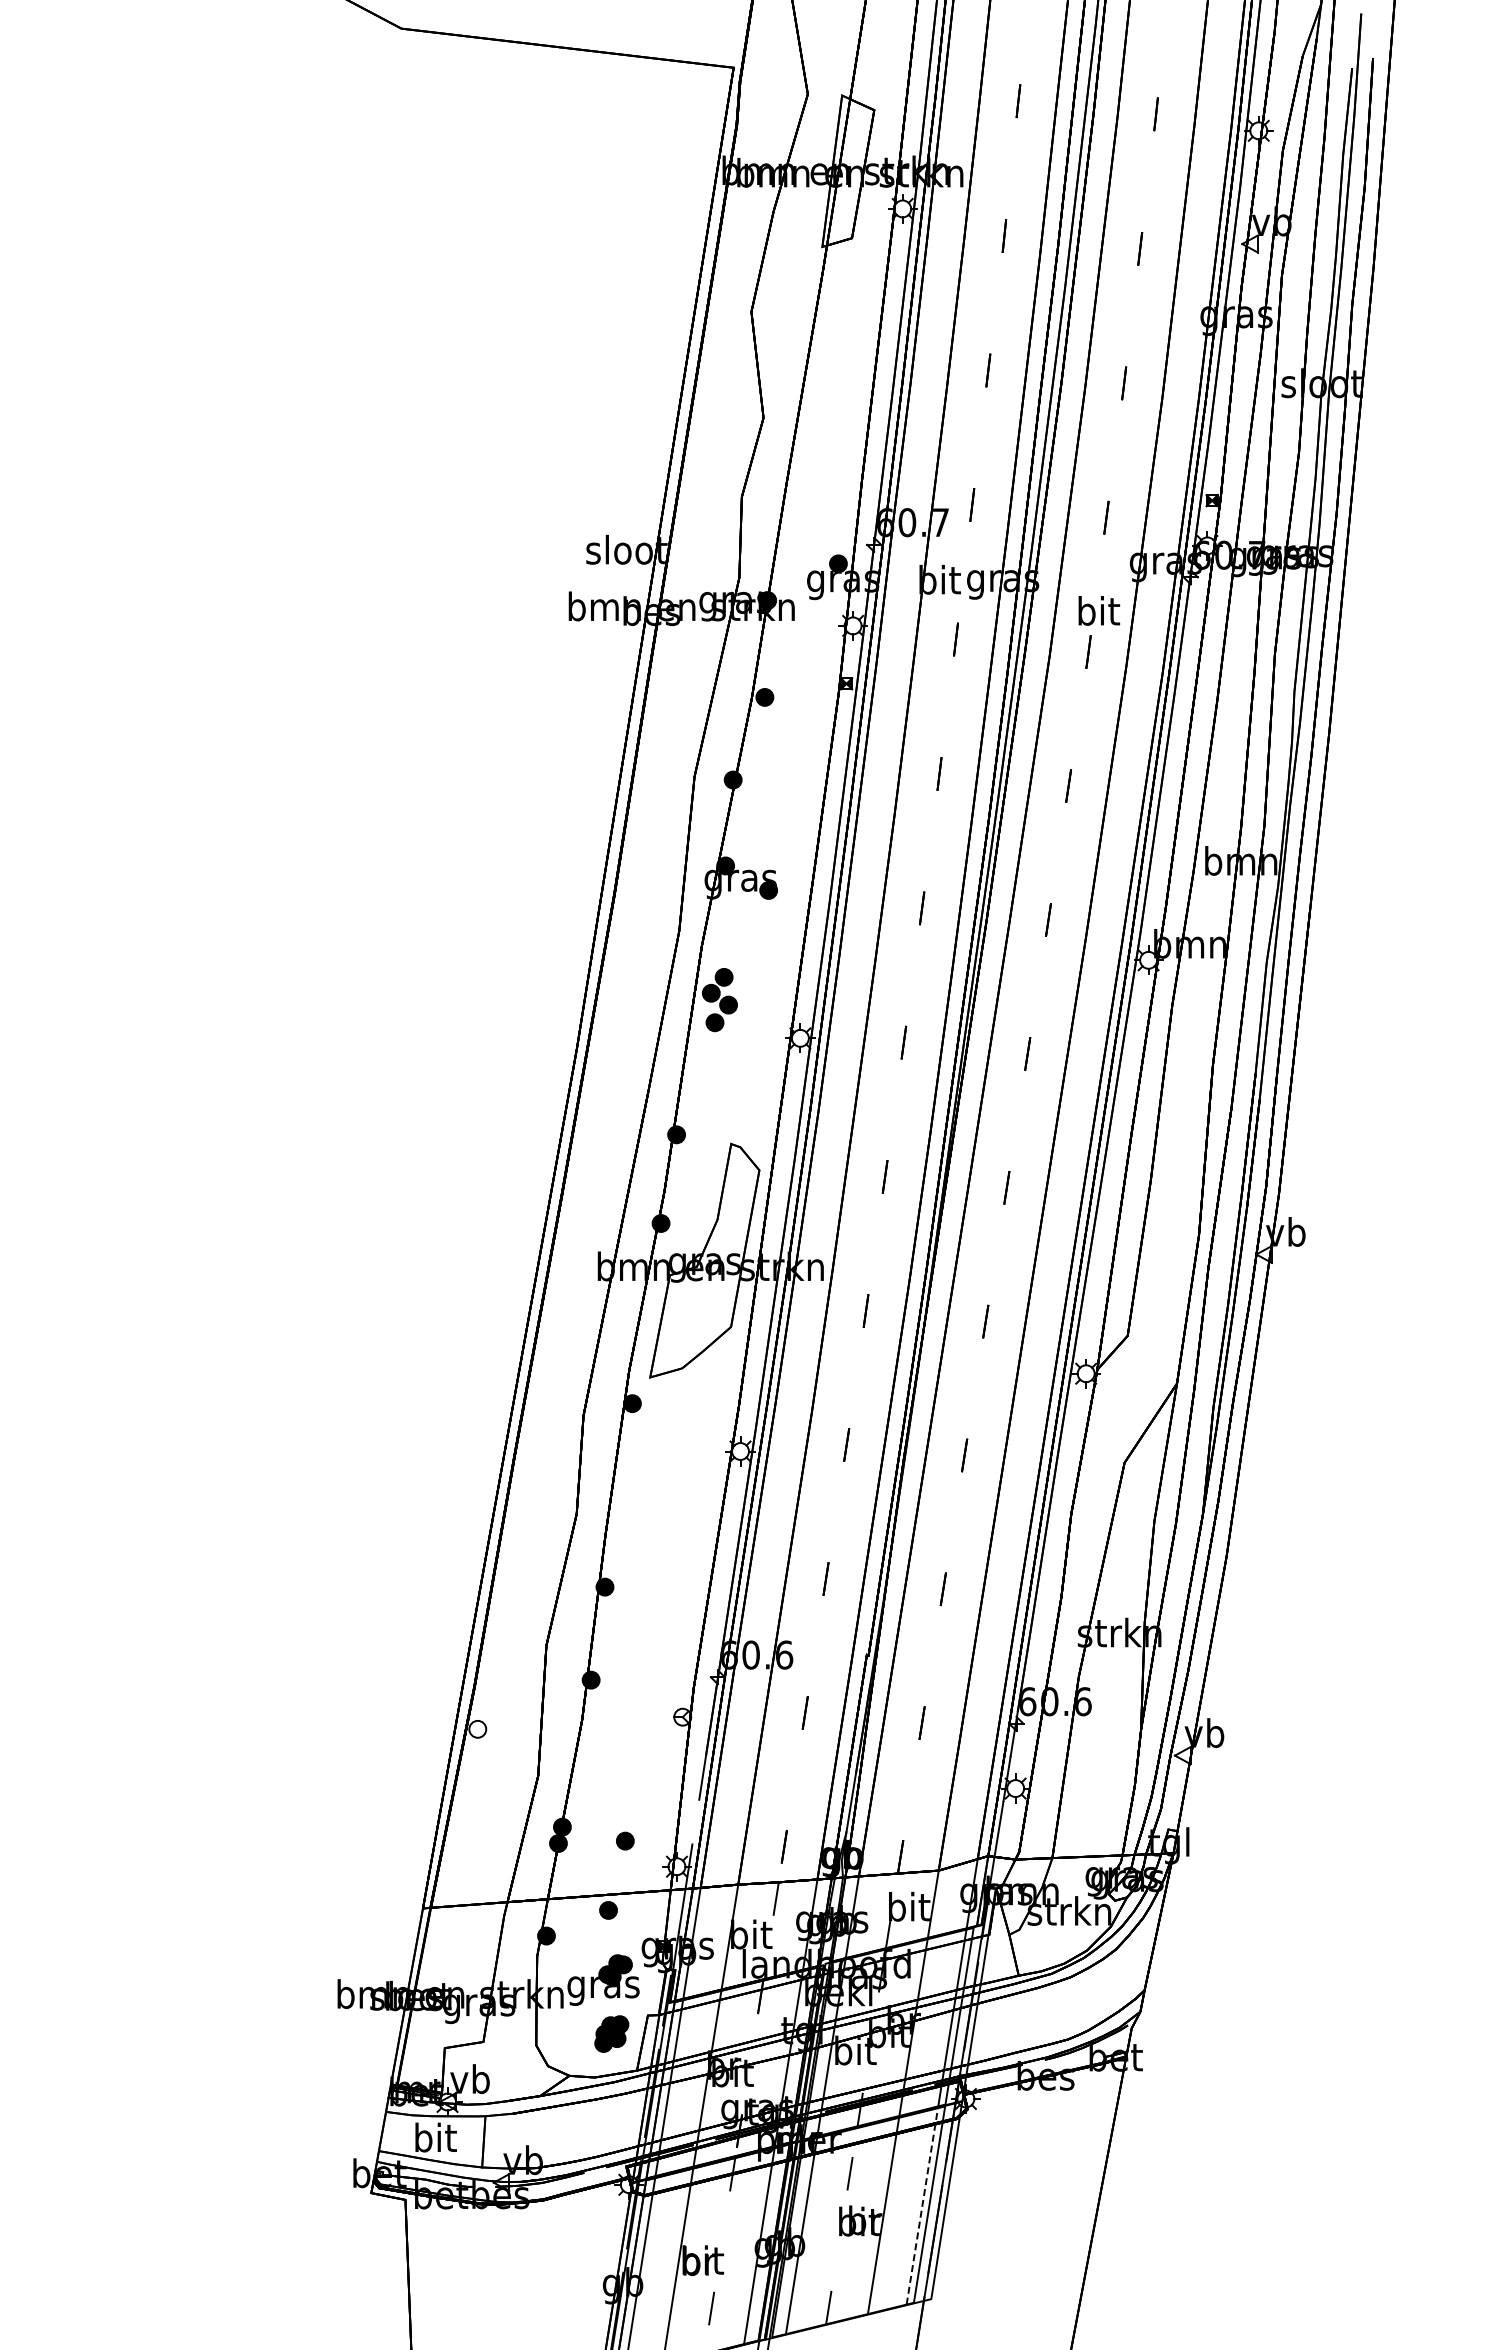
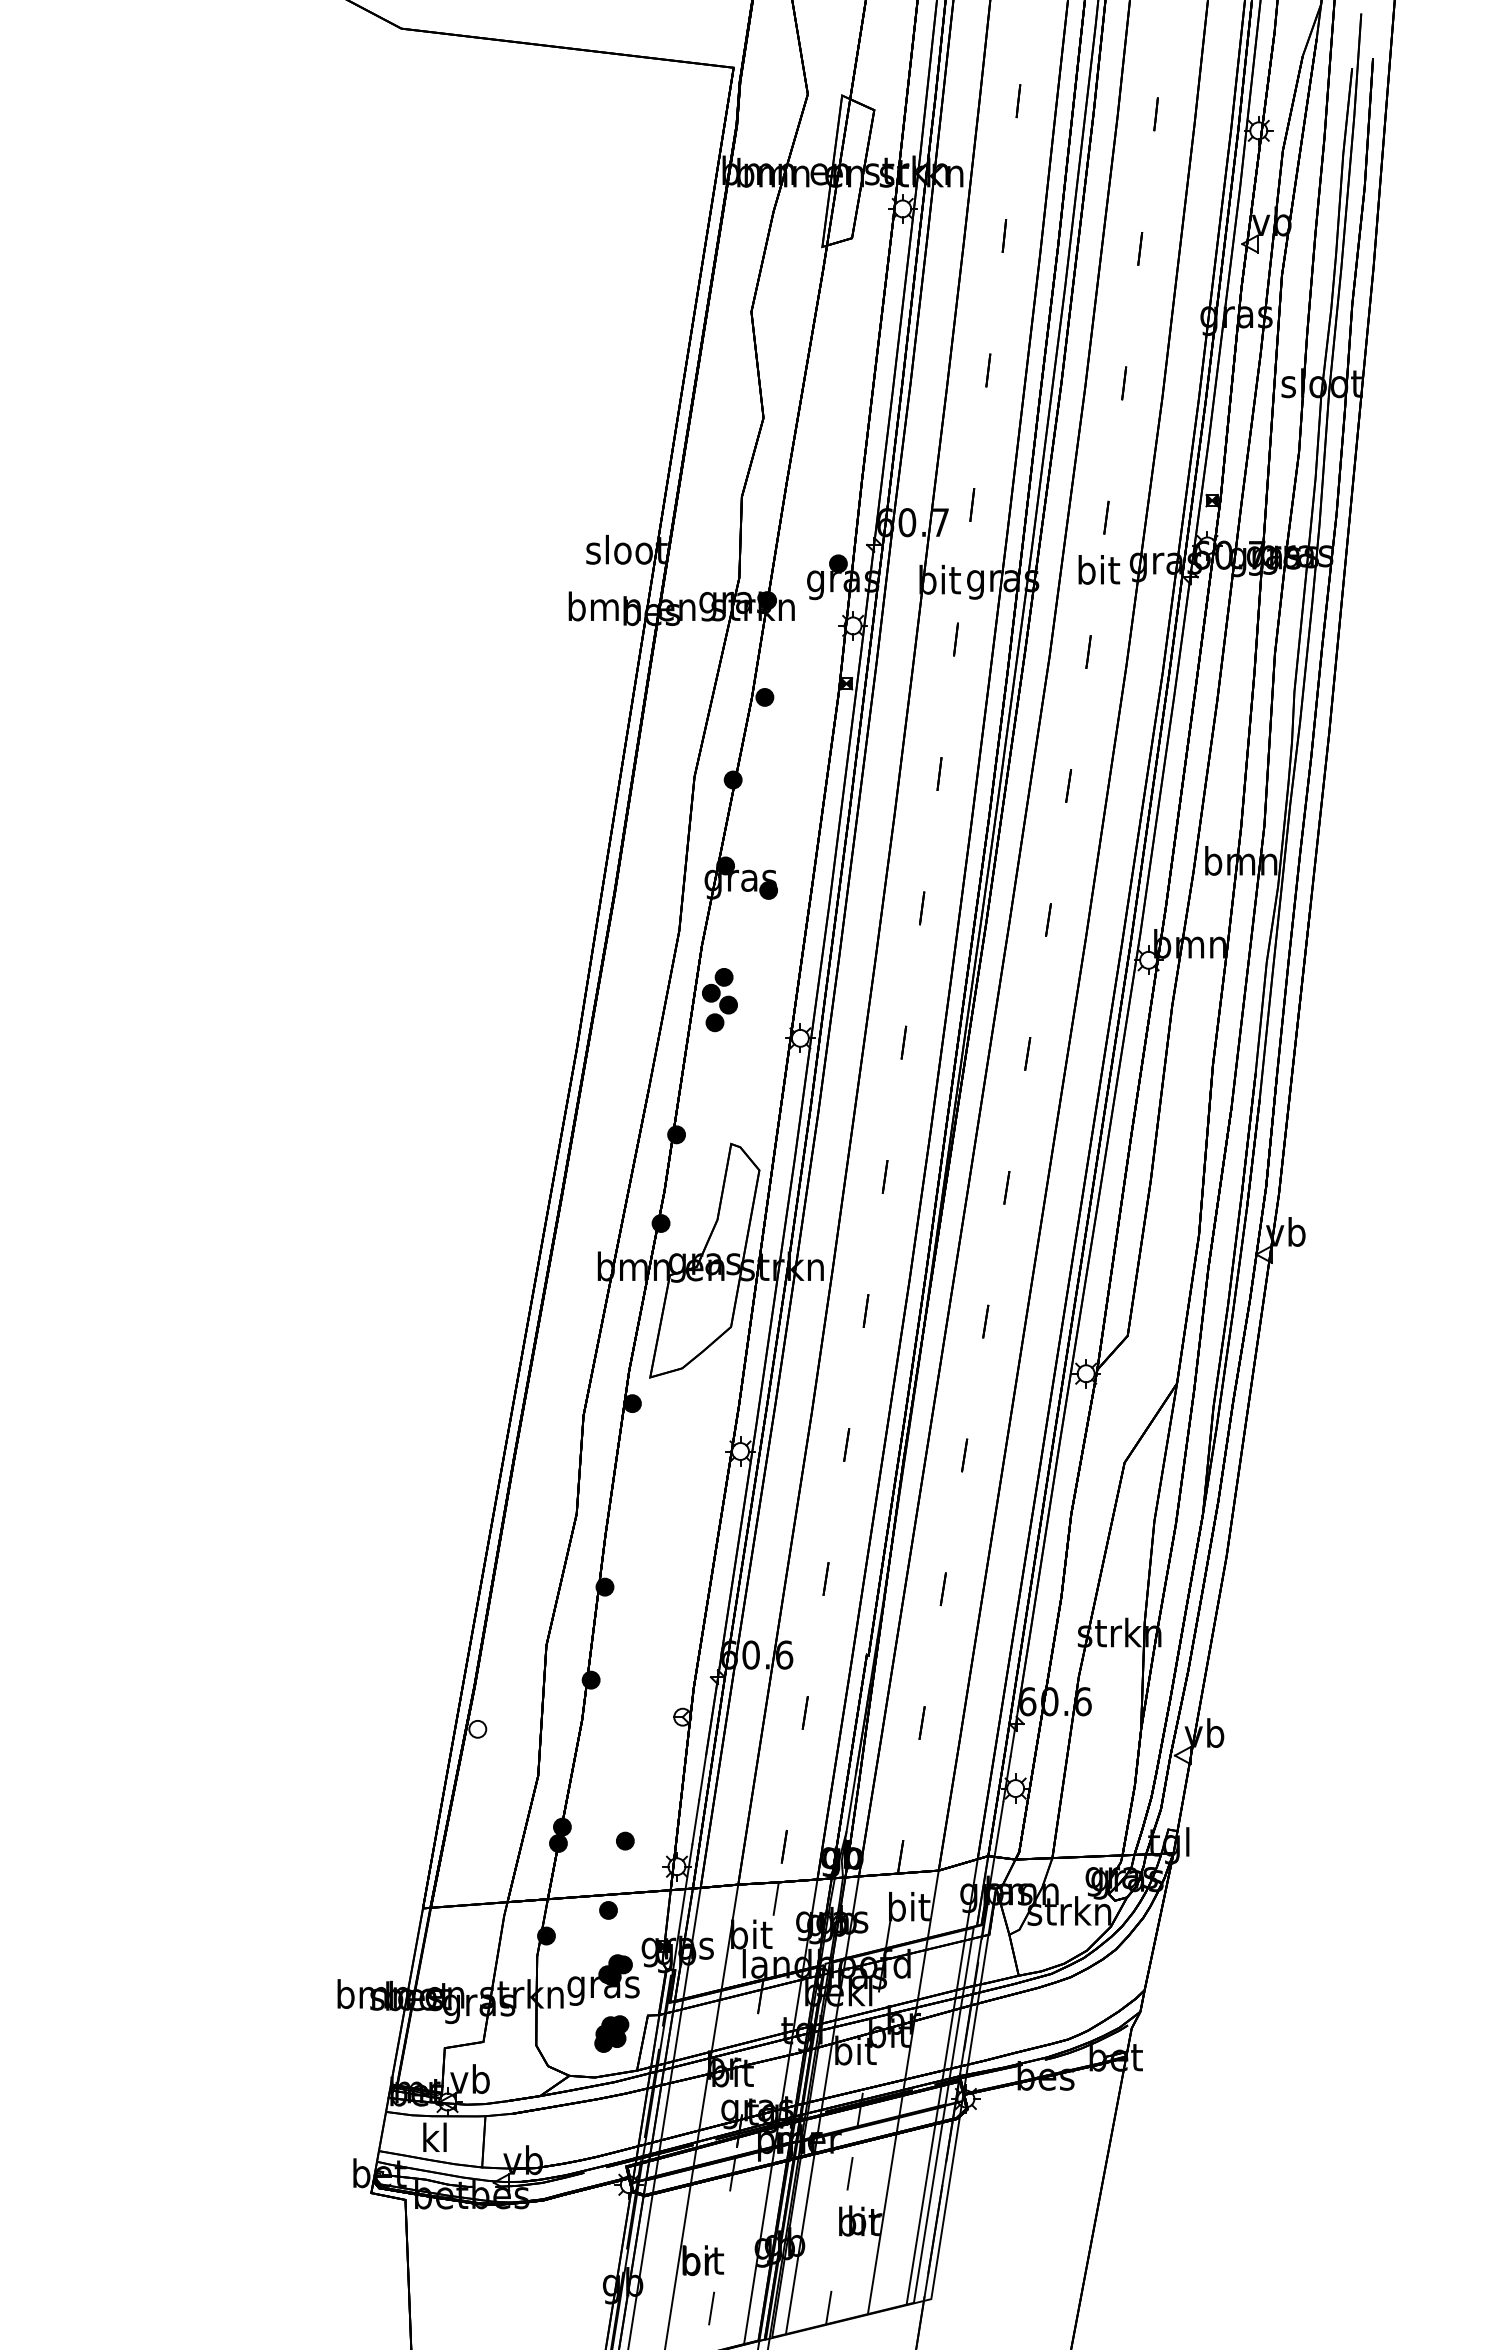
text at (1099, 610) position: (1099, 610) -> (1099, 569)
line at (695, 1821): none -> present
text at (435, 2137): bit -> kl
line at (922, 2205): dashed -> solid
